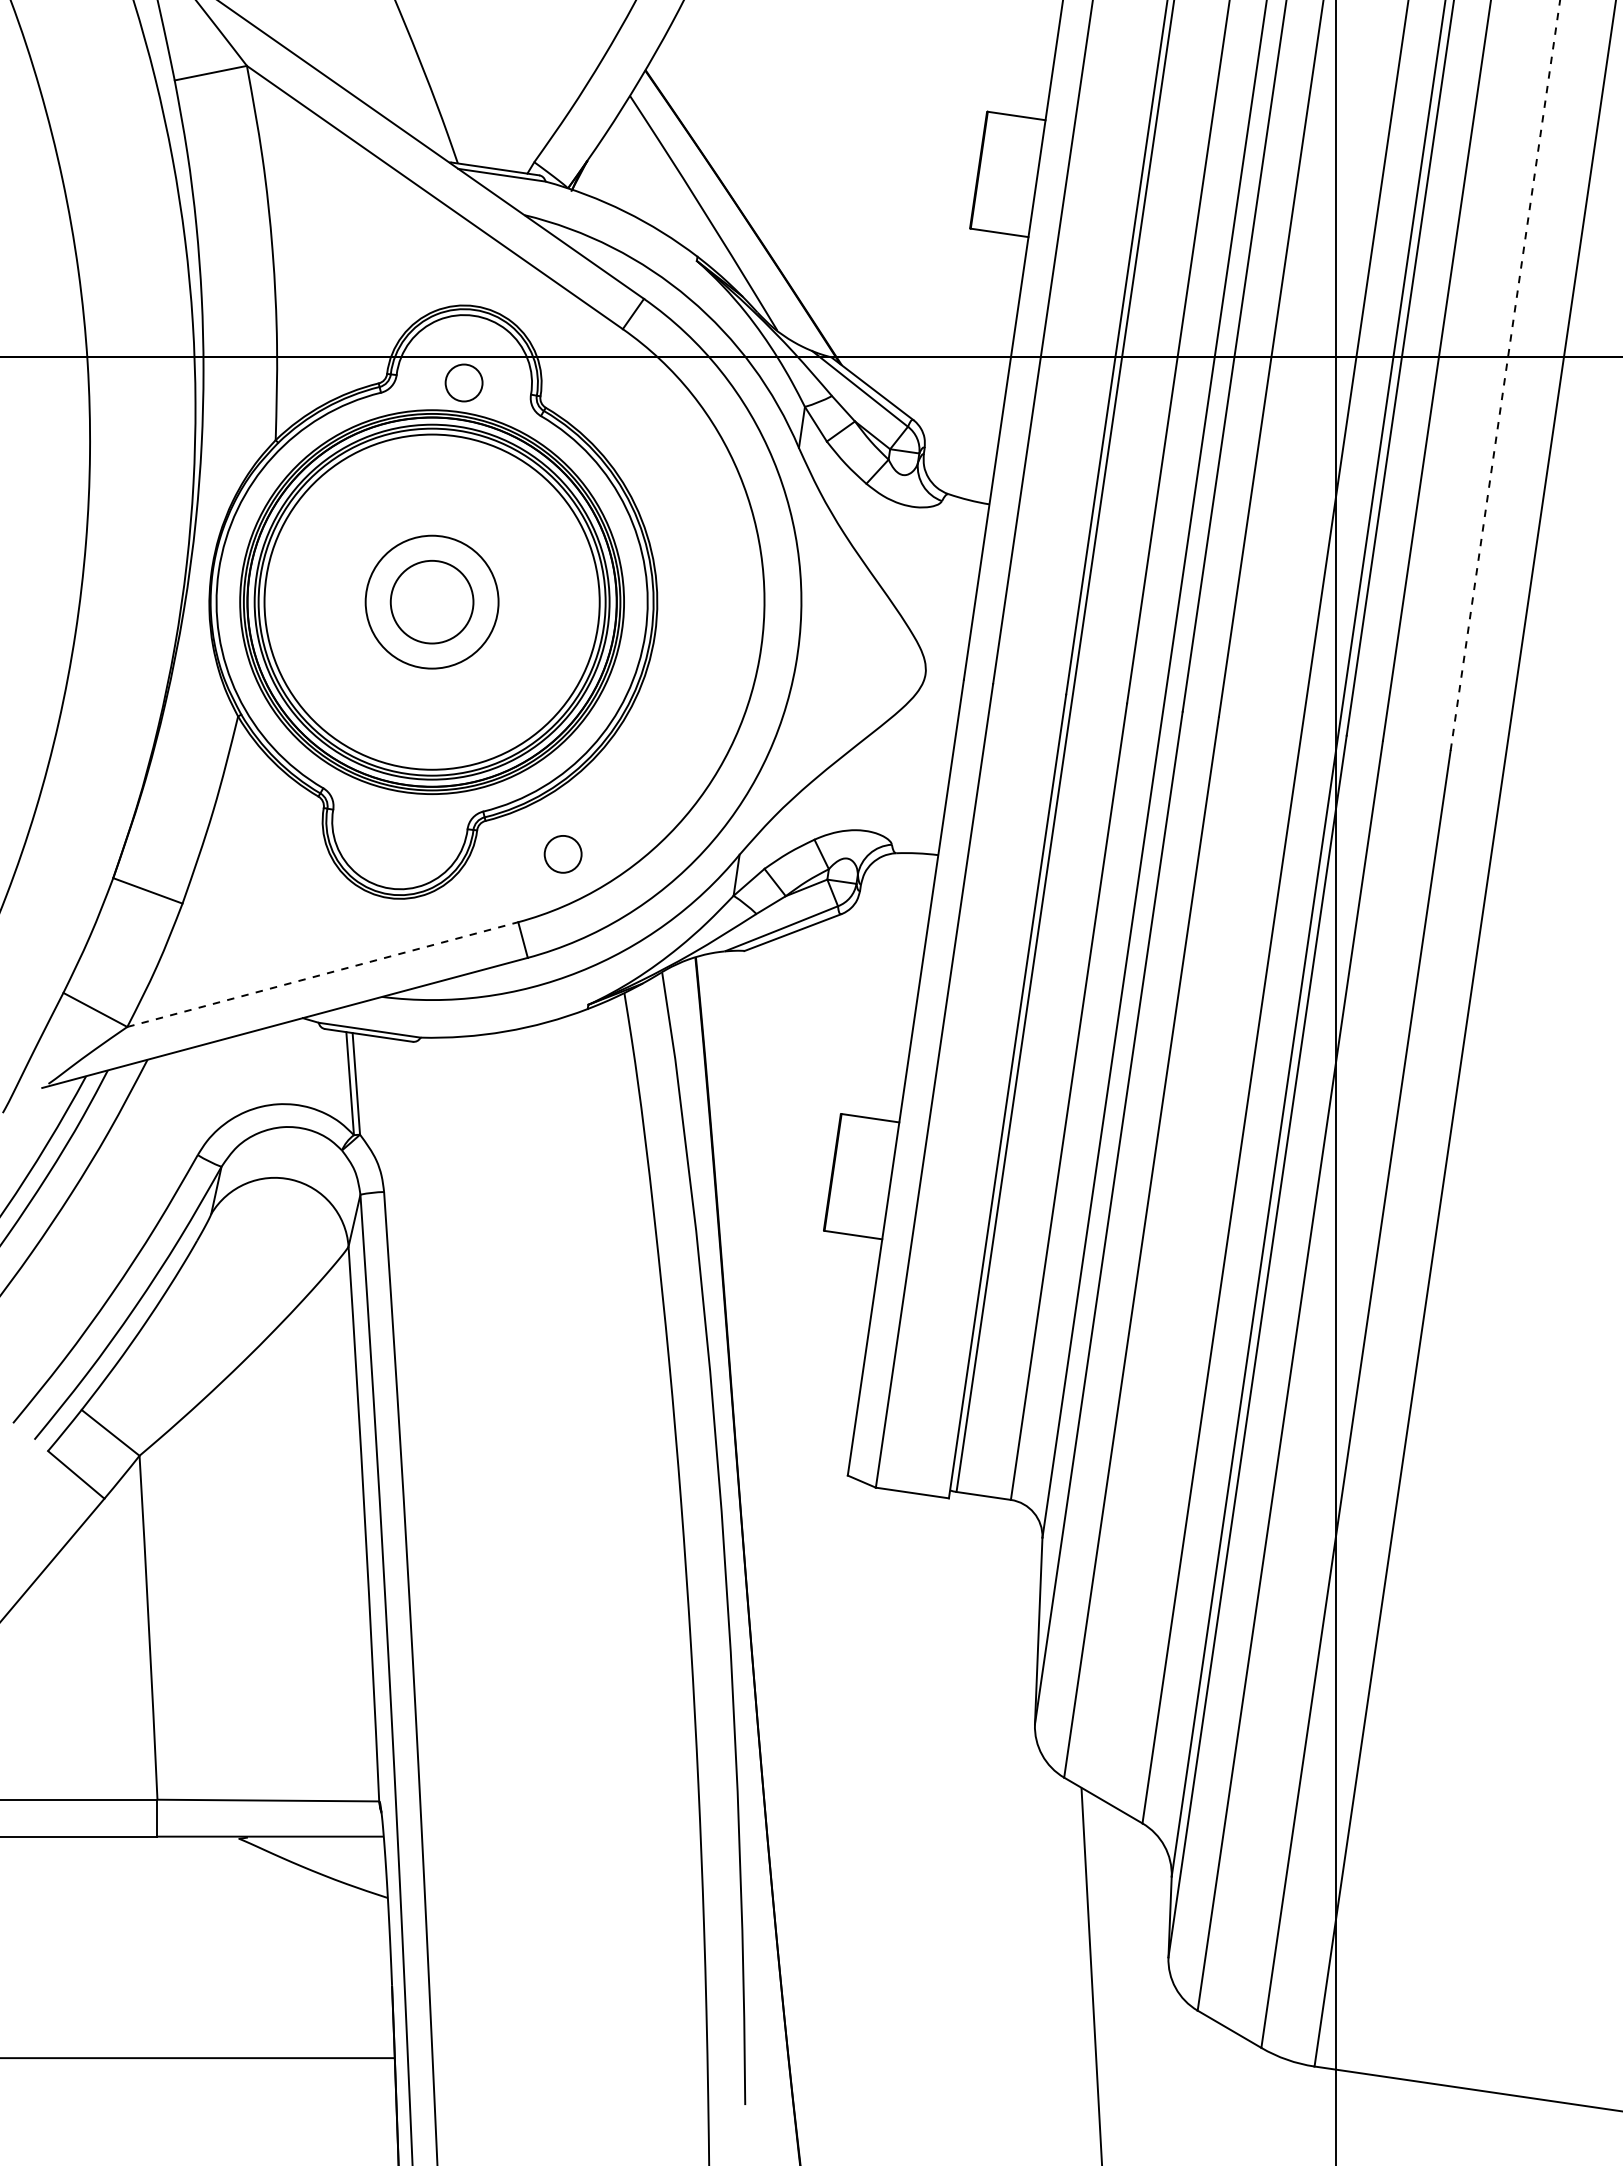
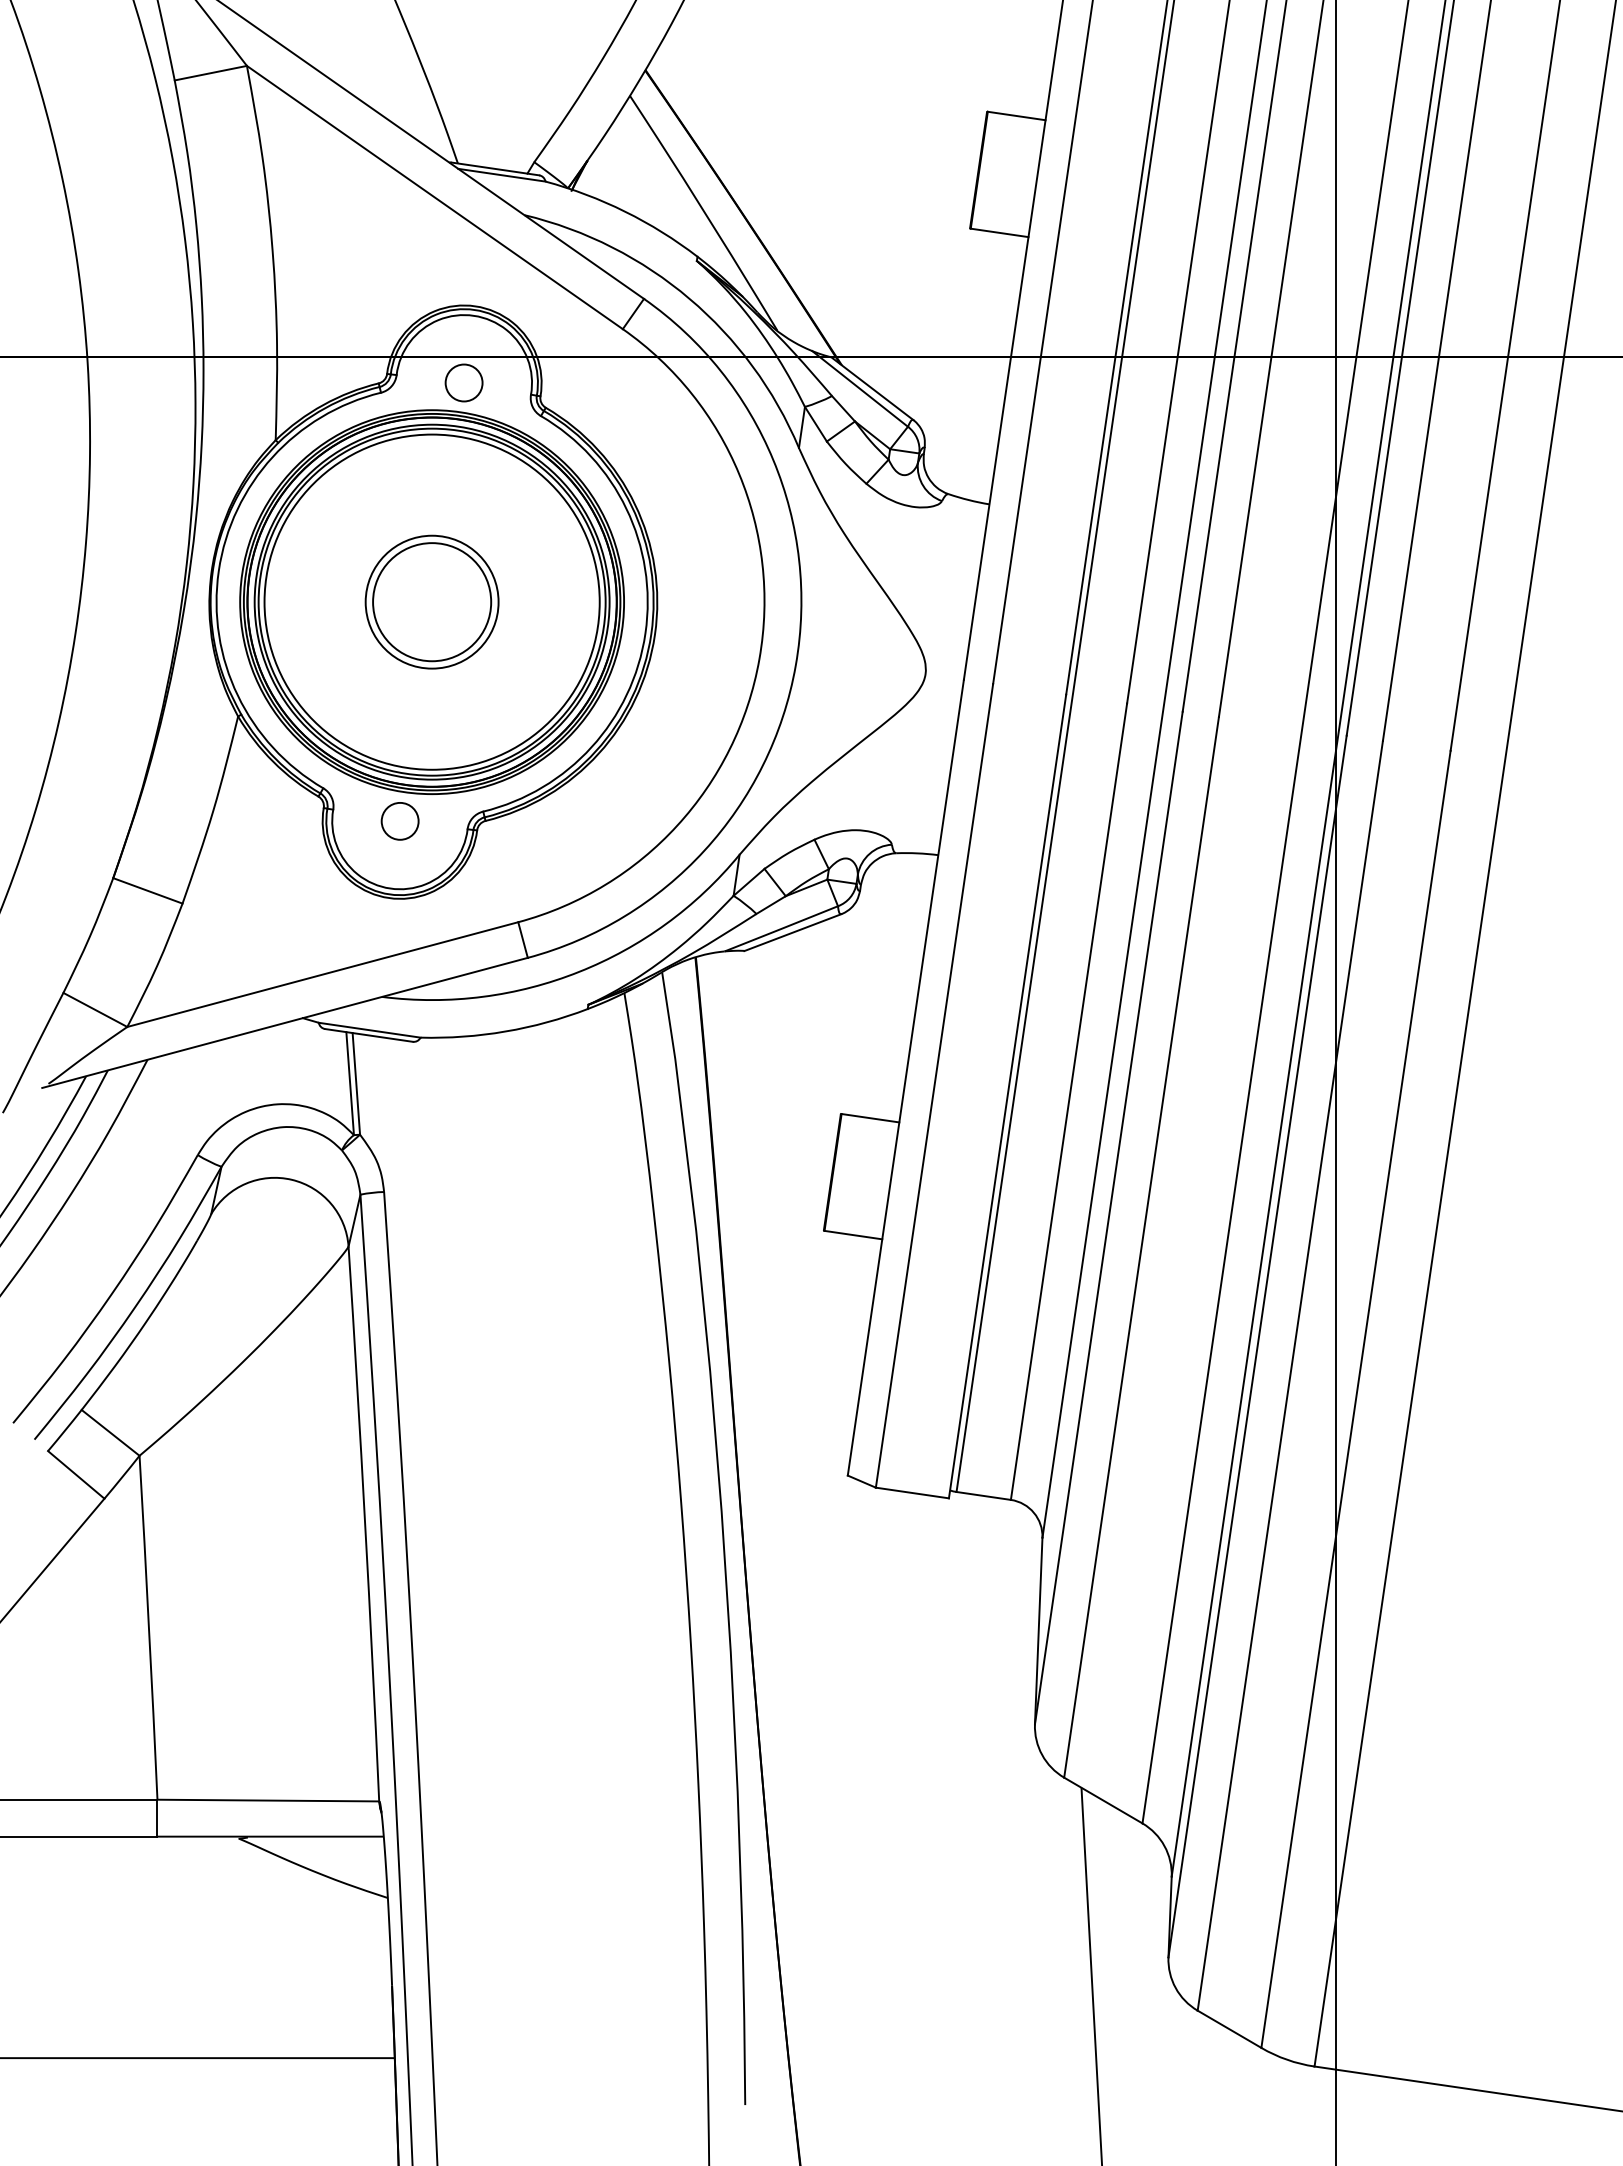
line at (1505, 375): dashed -> solid
circle at (431, 601) diameter: 83 px -> 118 px
circle at (562, 854) position: (562, 854) -> (399, 821)
line at (323, 974): dashed -> solid
